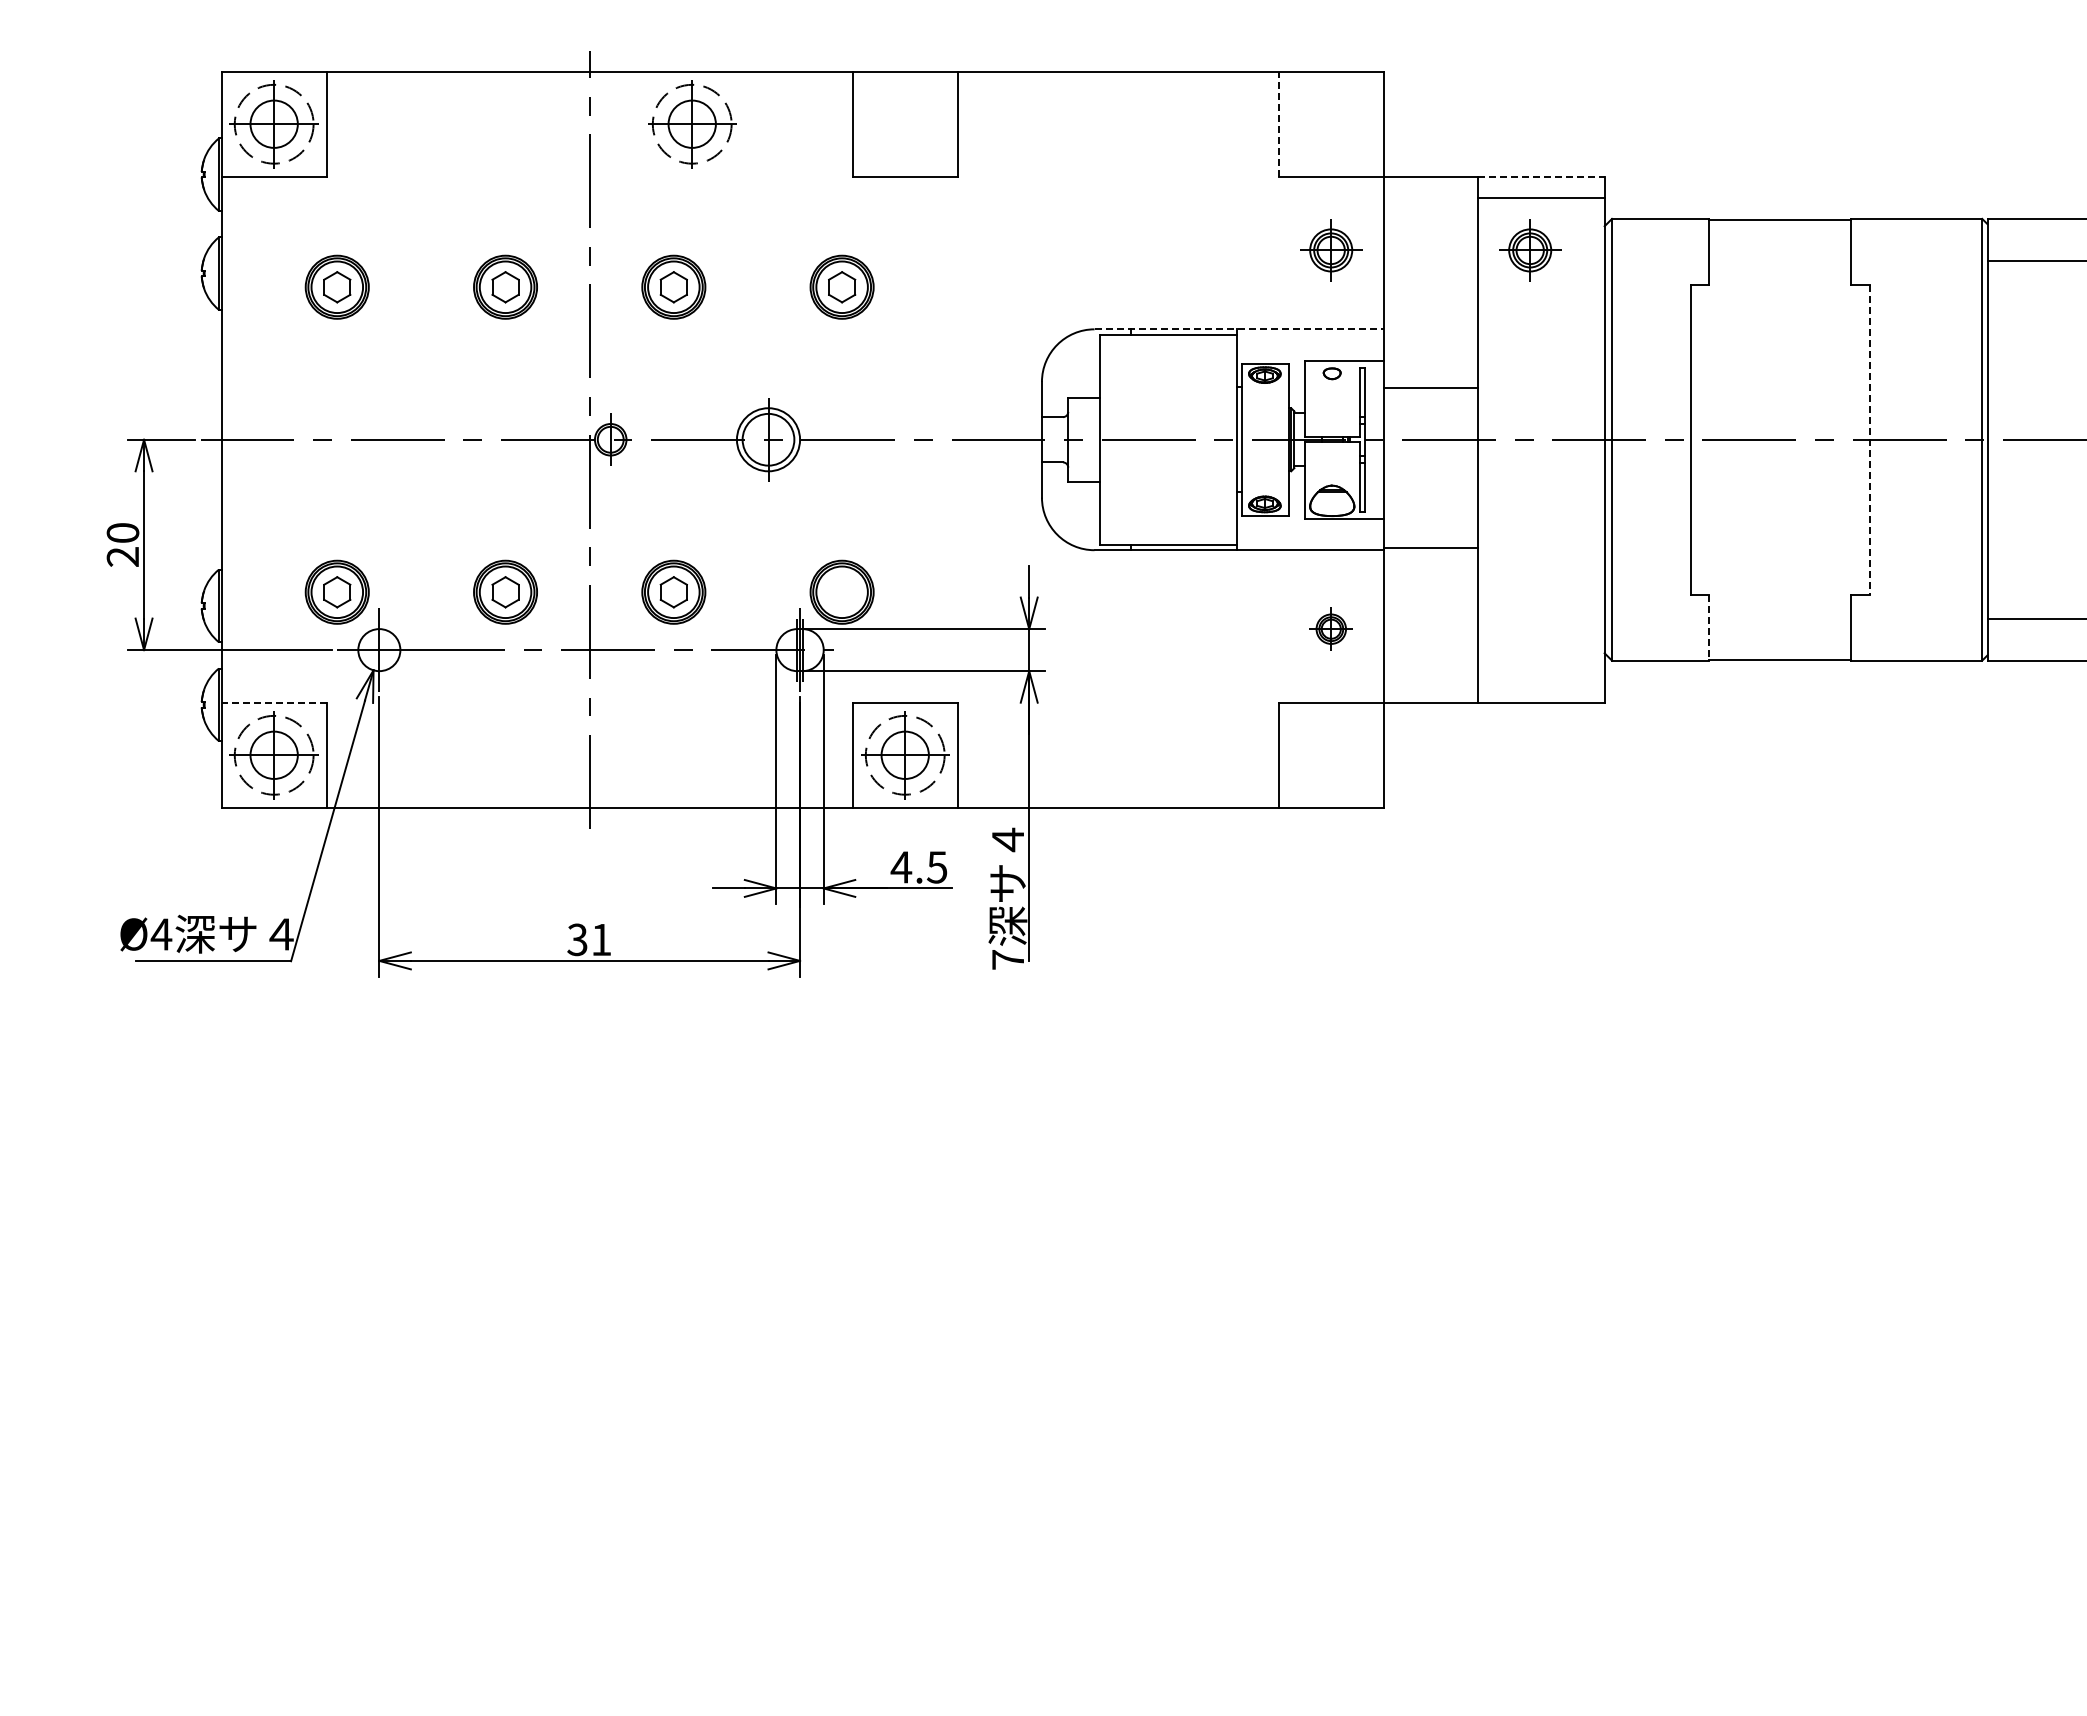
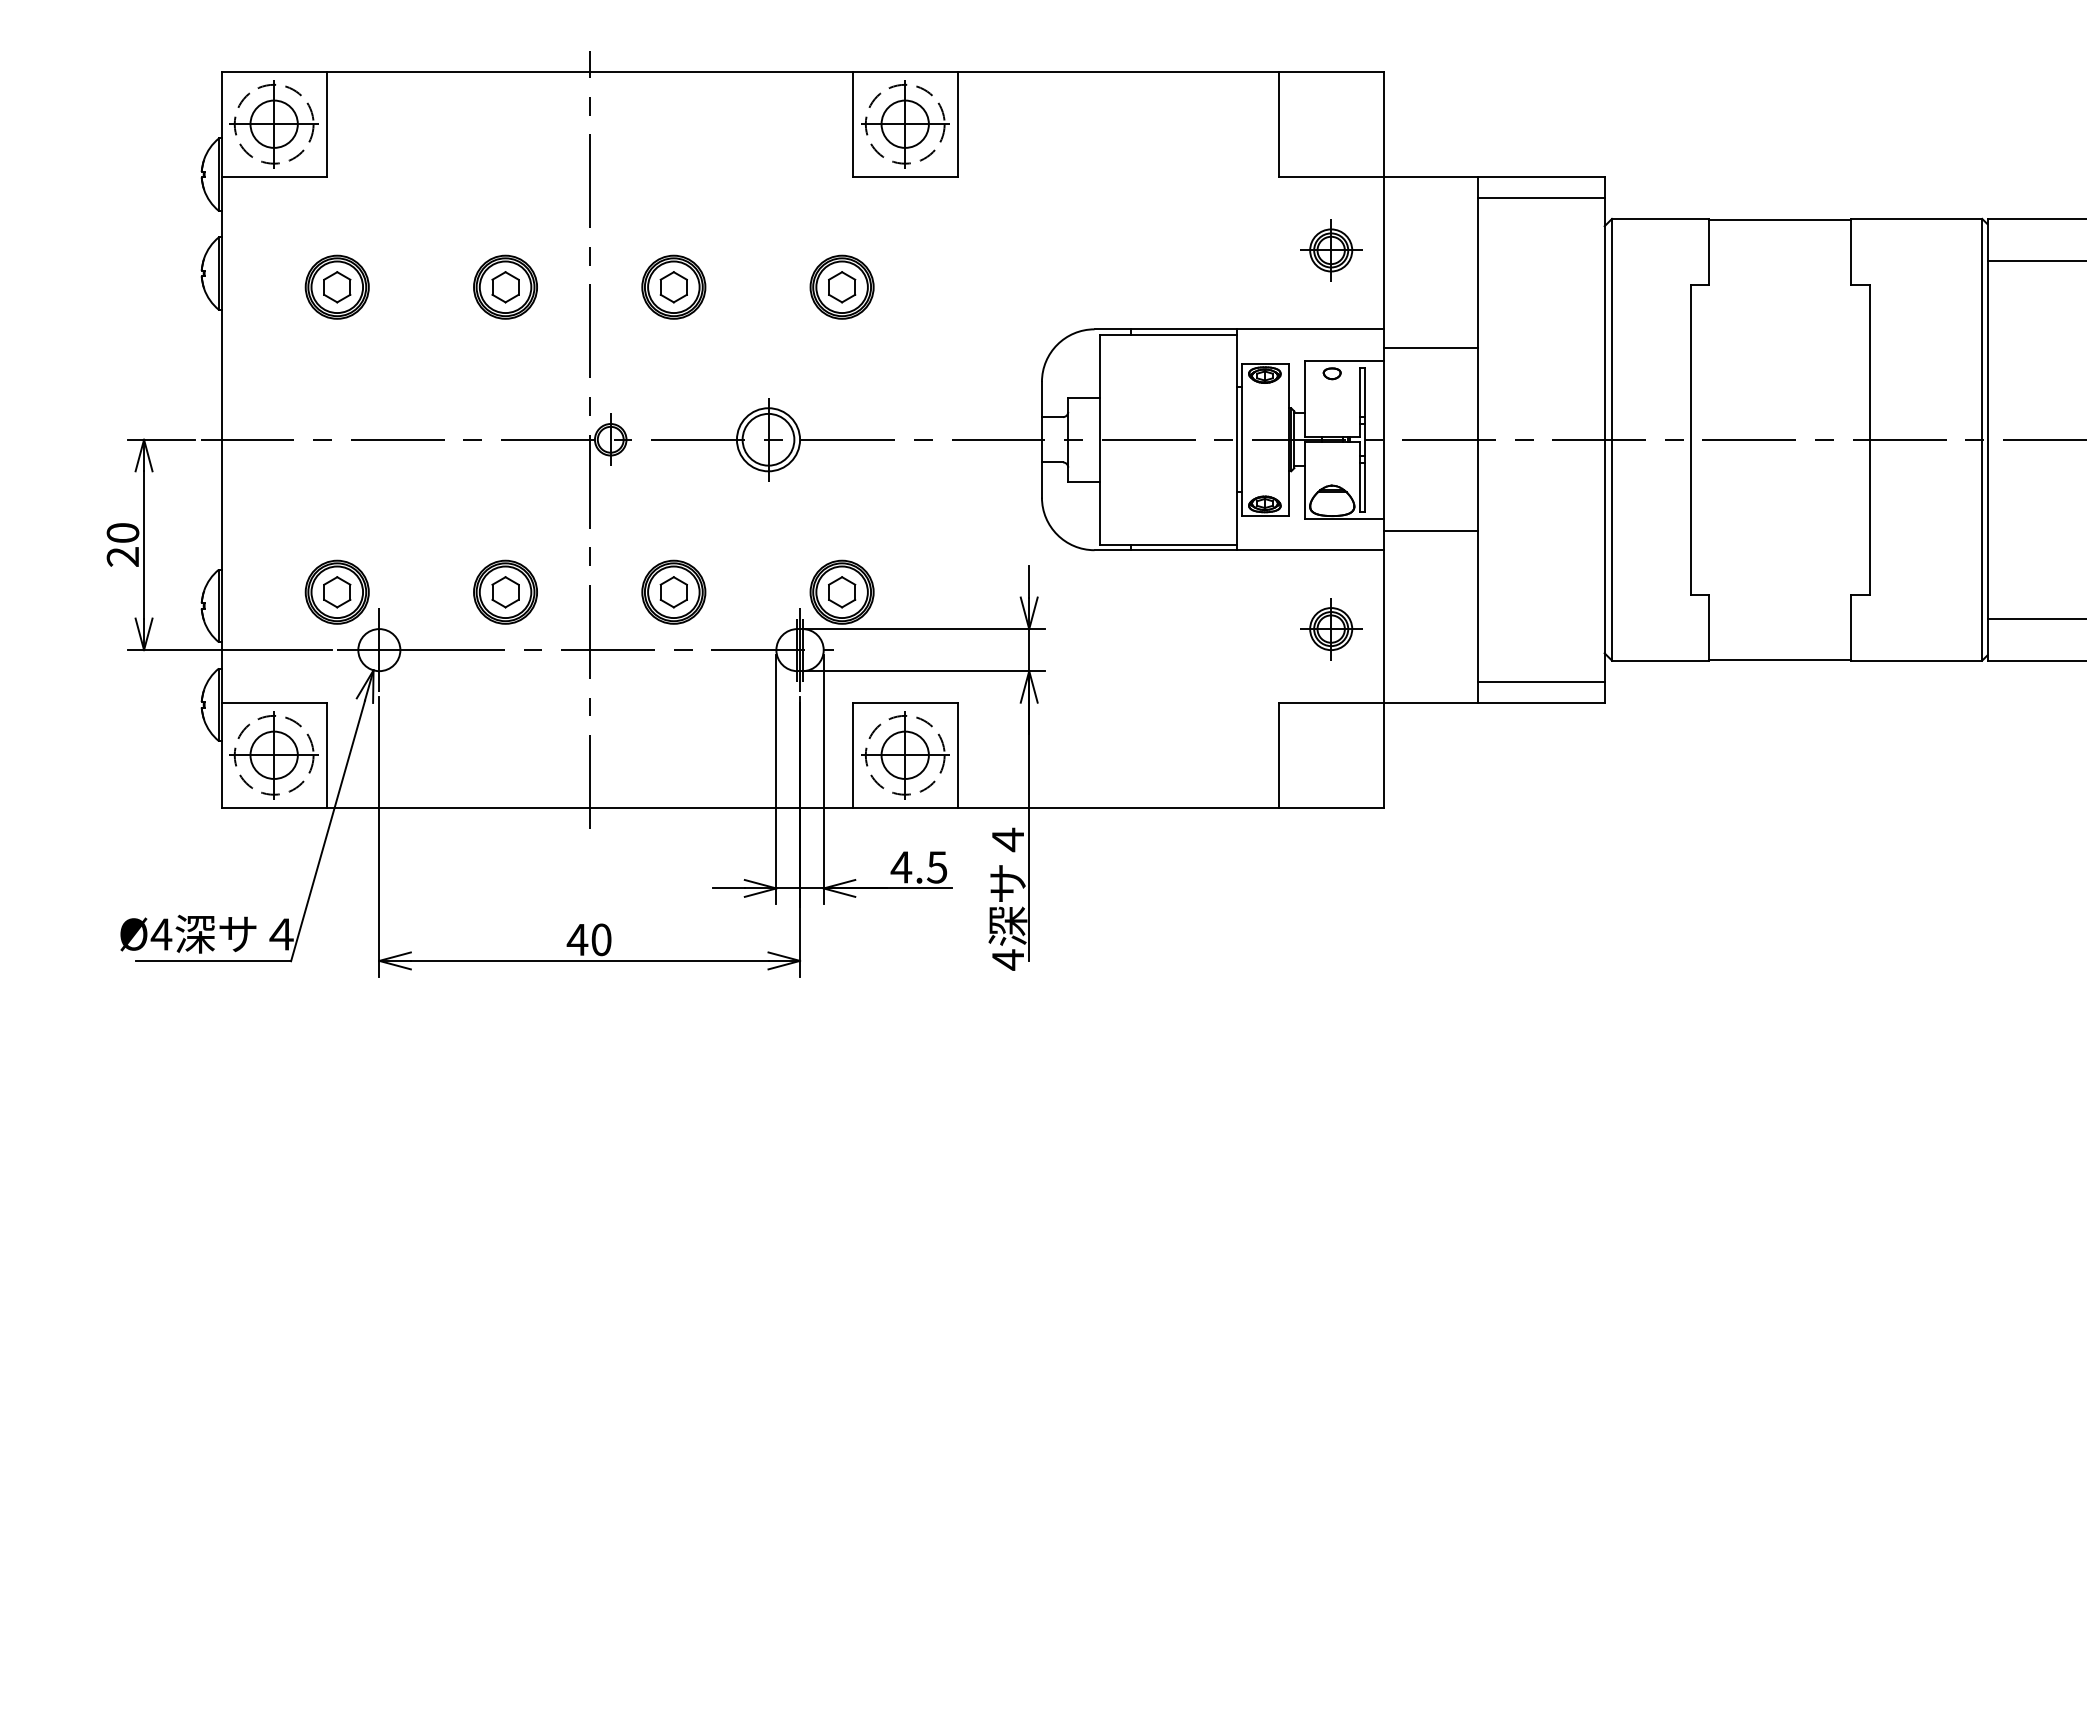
part at (692, 124) position: (692, 124) -> (905, 124)
line at (1278, 124): dashed -> solid
line at (1542, 176): dashed -> solid
part at (1530, 250): present -> none
line at (1239, 329): dashed -> solid
line at (1430, 388) position: (1430, 388) -> (1430, 348)
line at (1869, 440): dashed -> solid
line at (1430, 548) position: (1430, 548) -> (1430, 531)
part at (842, 592): none -> present
line at (1709, 627): dashed -> solid
part at (1330, 628) size: 44x44 px -> 63x63 px
line at (1541, 681): none -> present
line at (274, 702): dashed -> solid
text at (588, 939): 31 -> 40
text at (1007, 959): 7 -> 4
